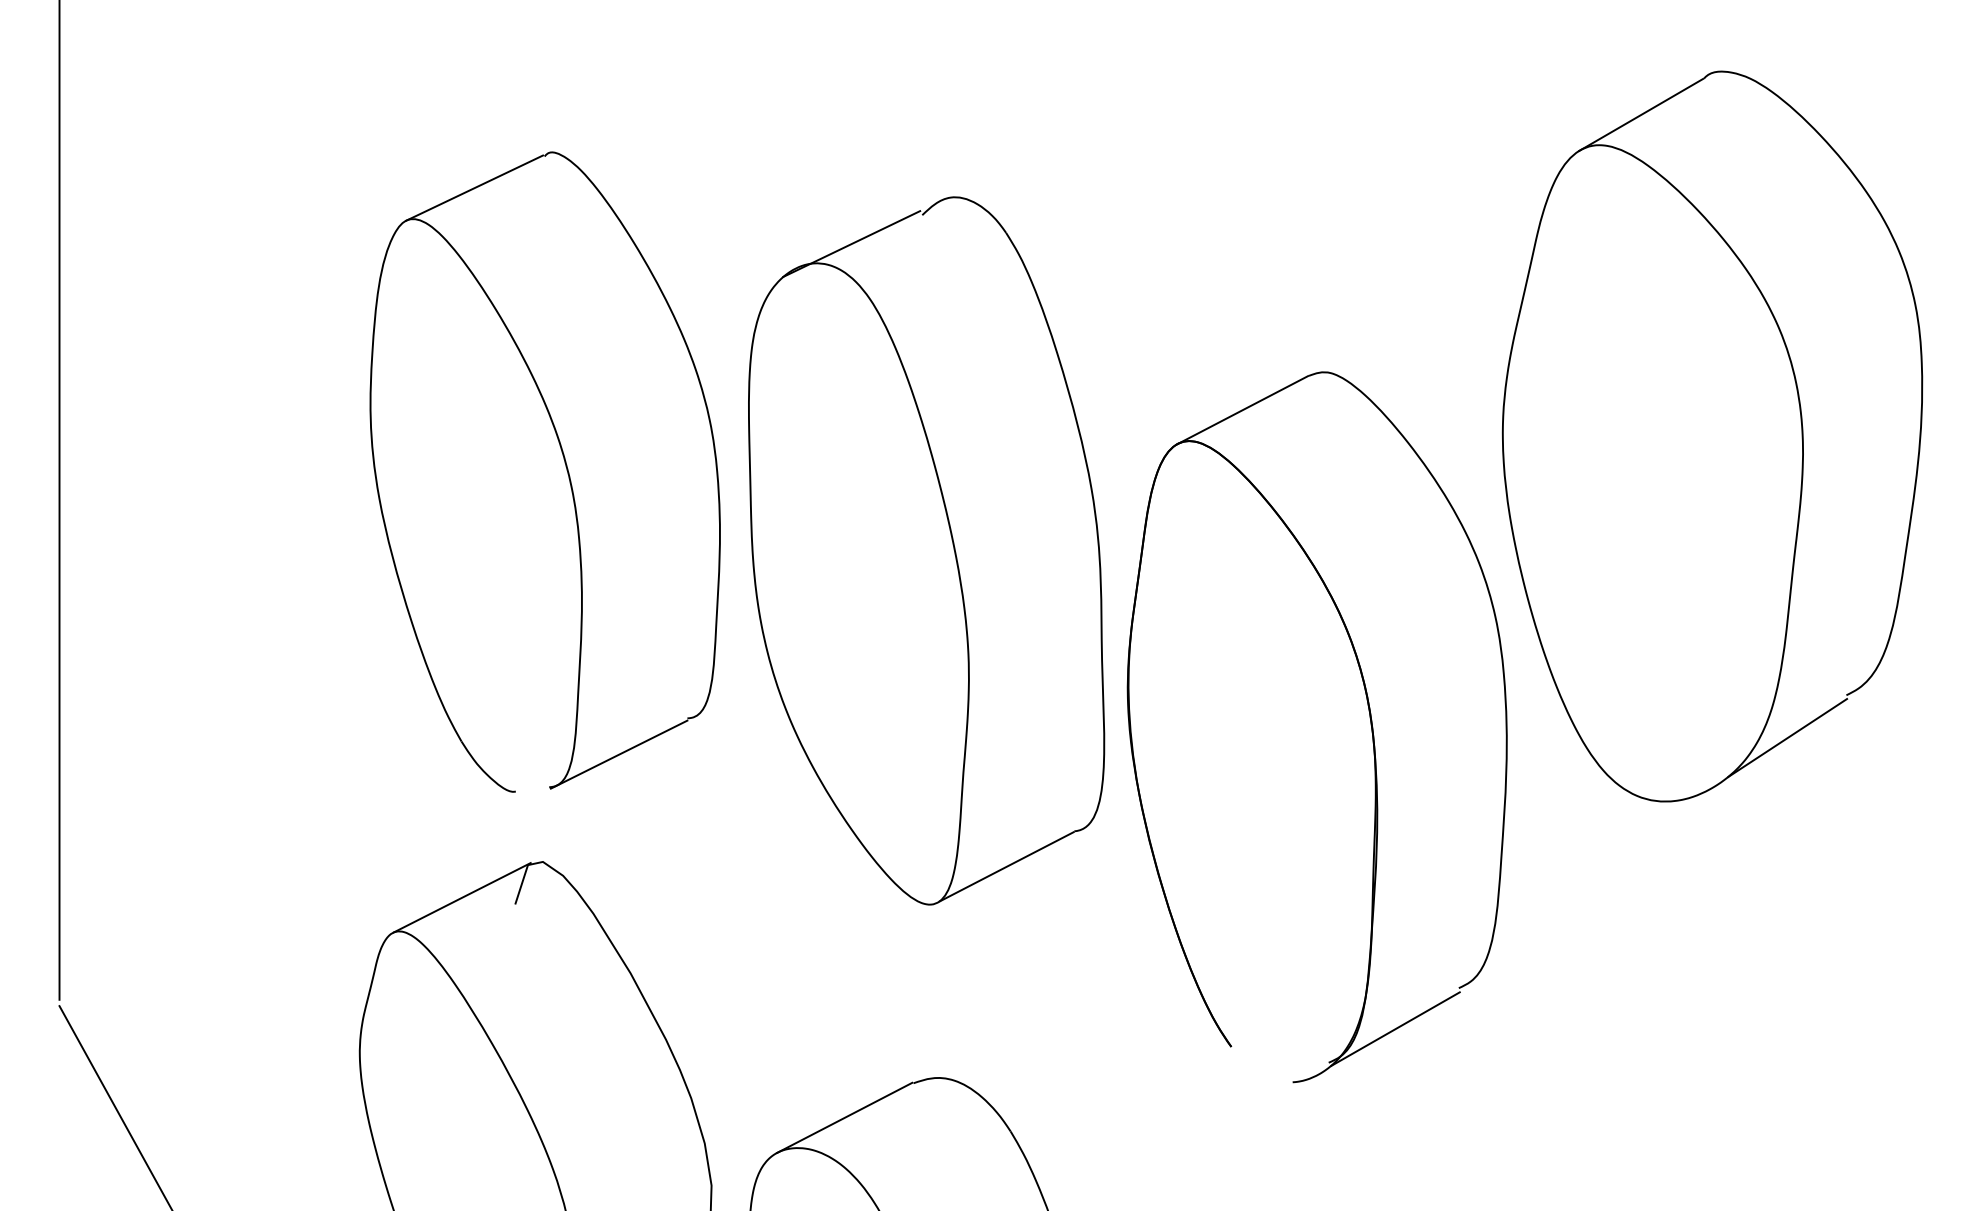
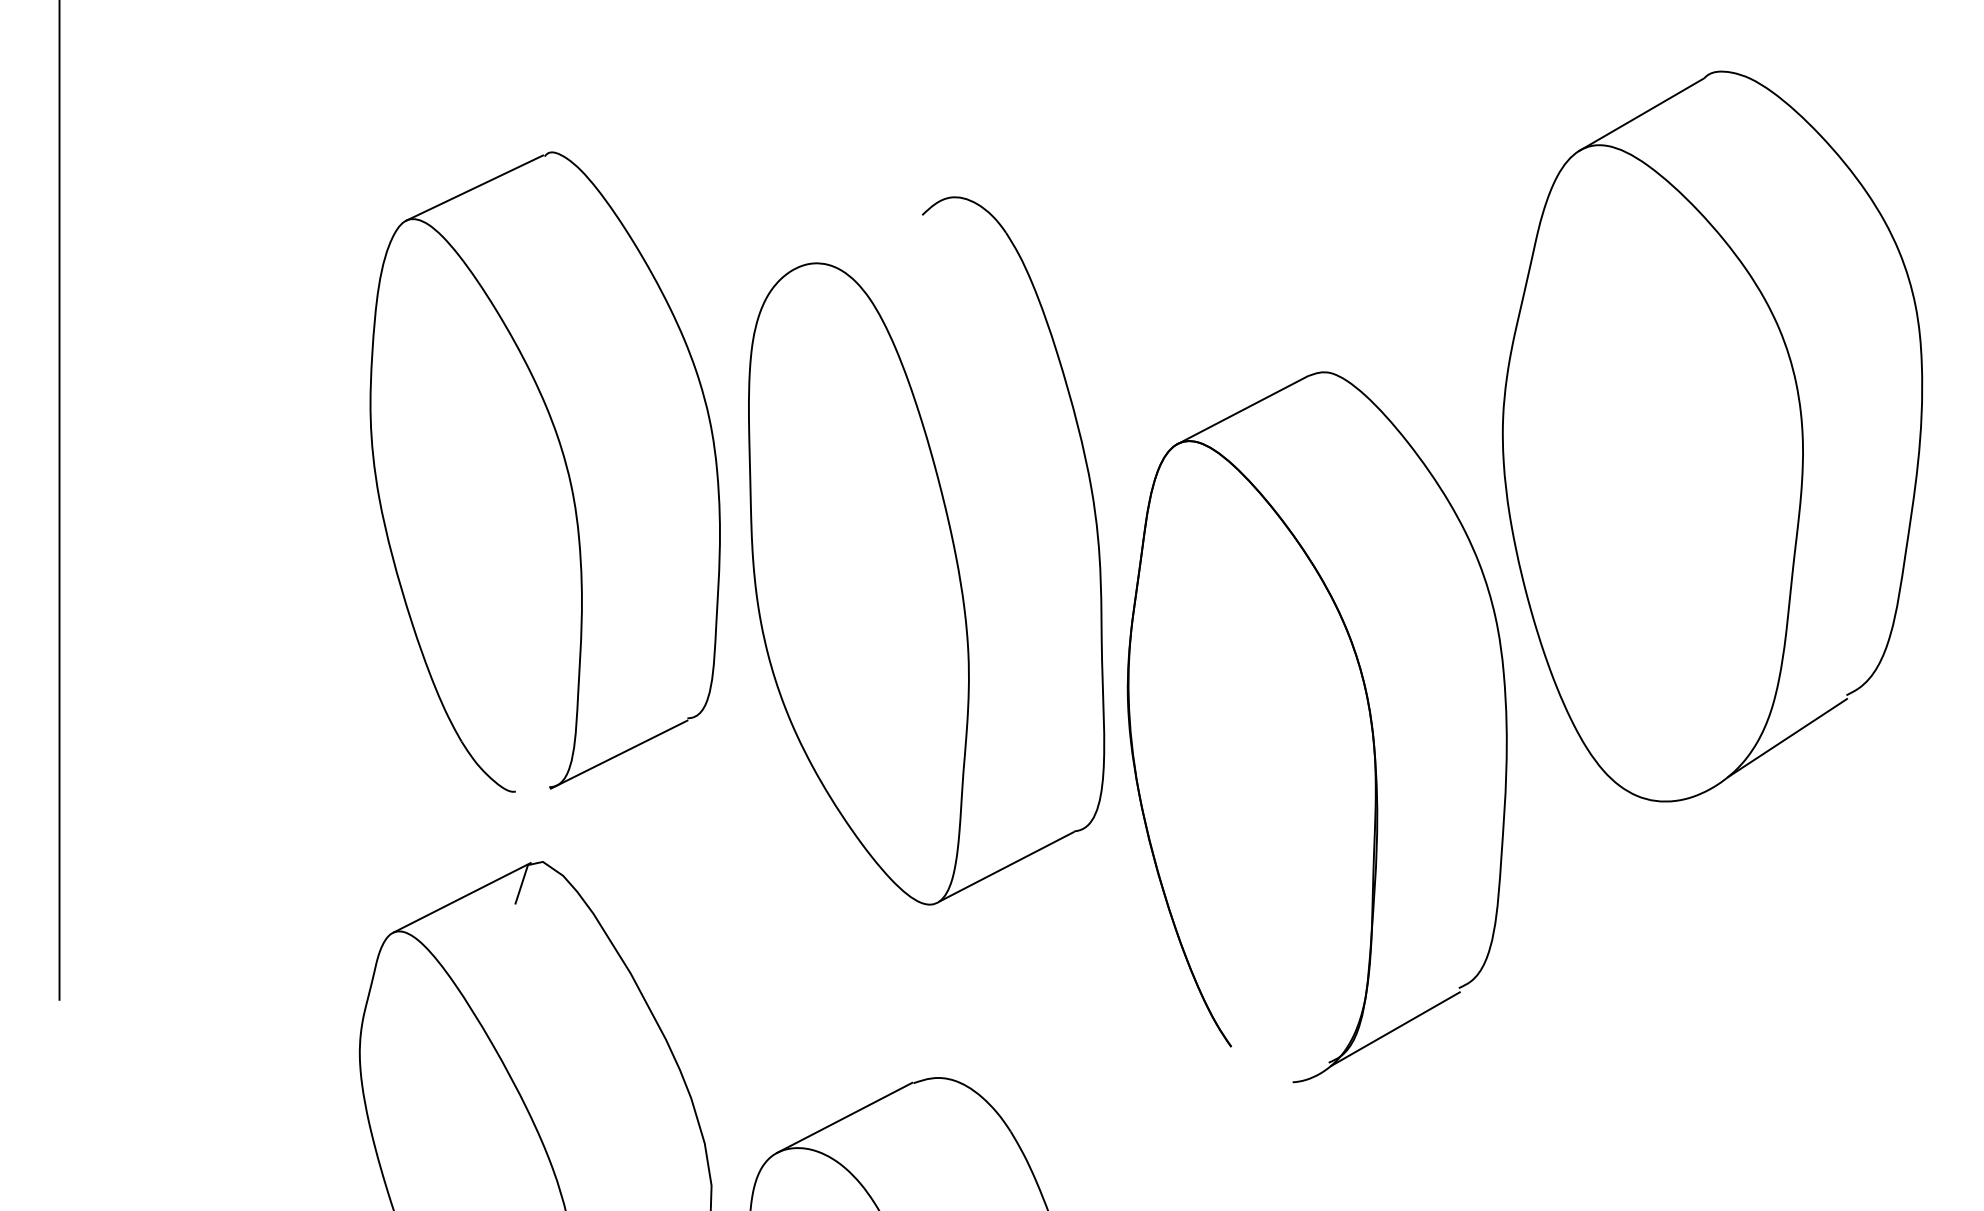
line at (851, 243): present -> none
line at (114, 1106): present -> none
